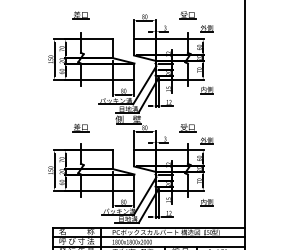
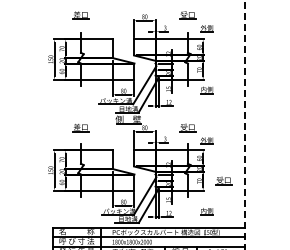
line at (245, 125): solid -> dashed
part at (223, 180): none -> present
part at (206, 202) position: (206, 202) -> (206, 211)
